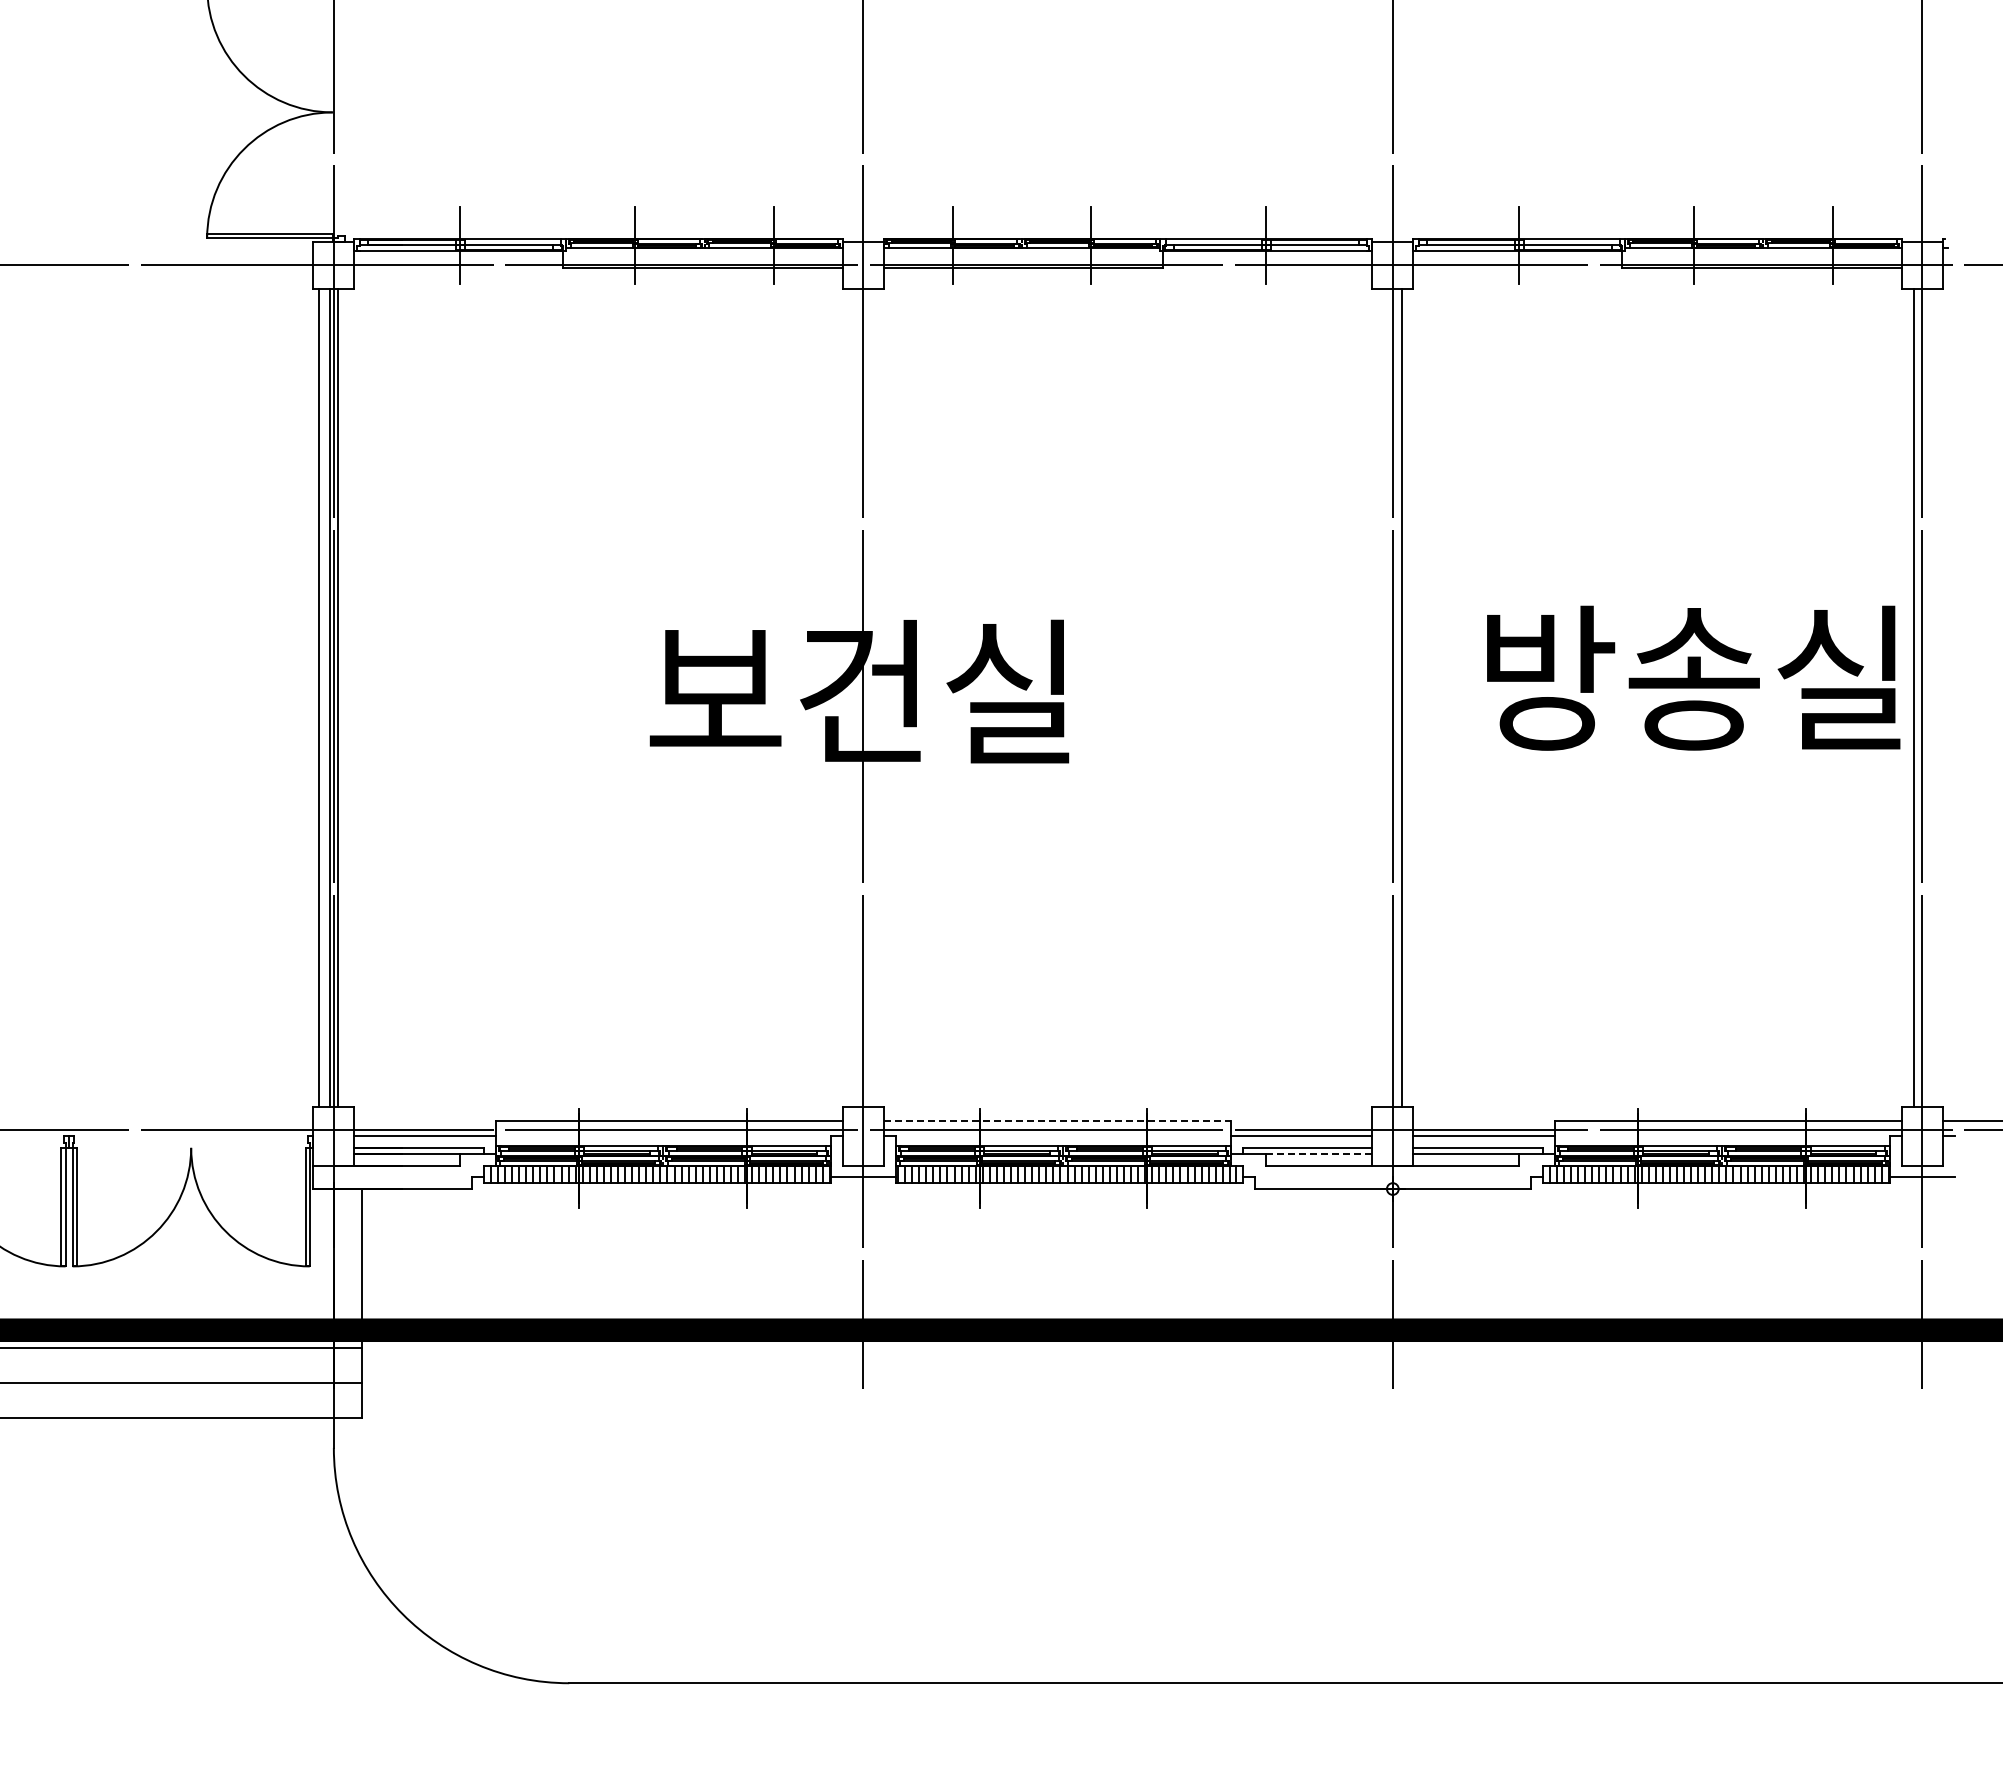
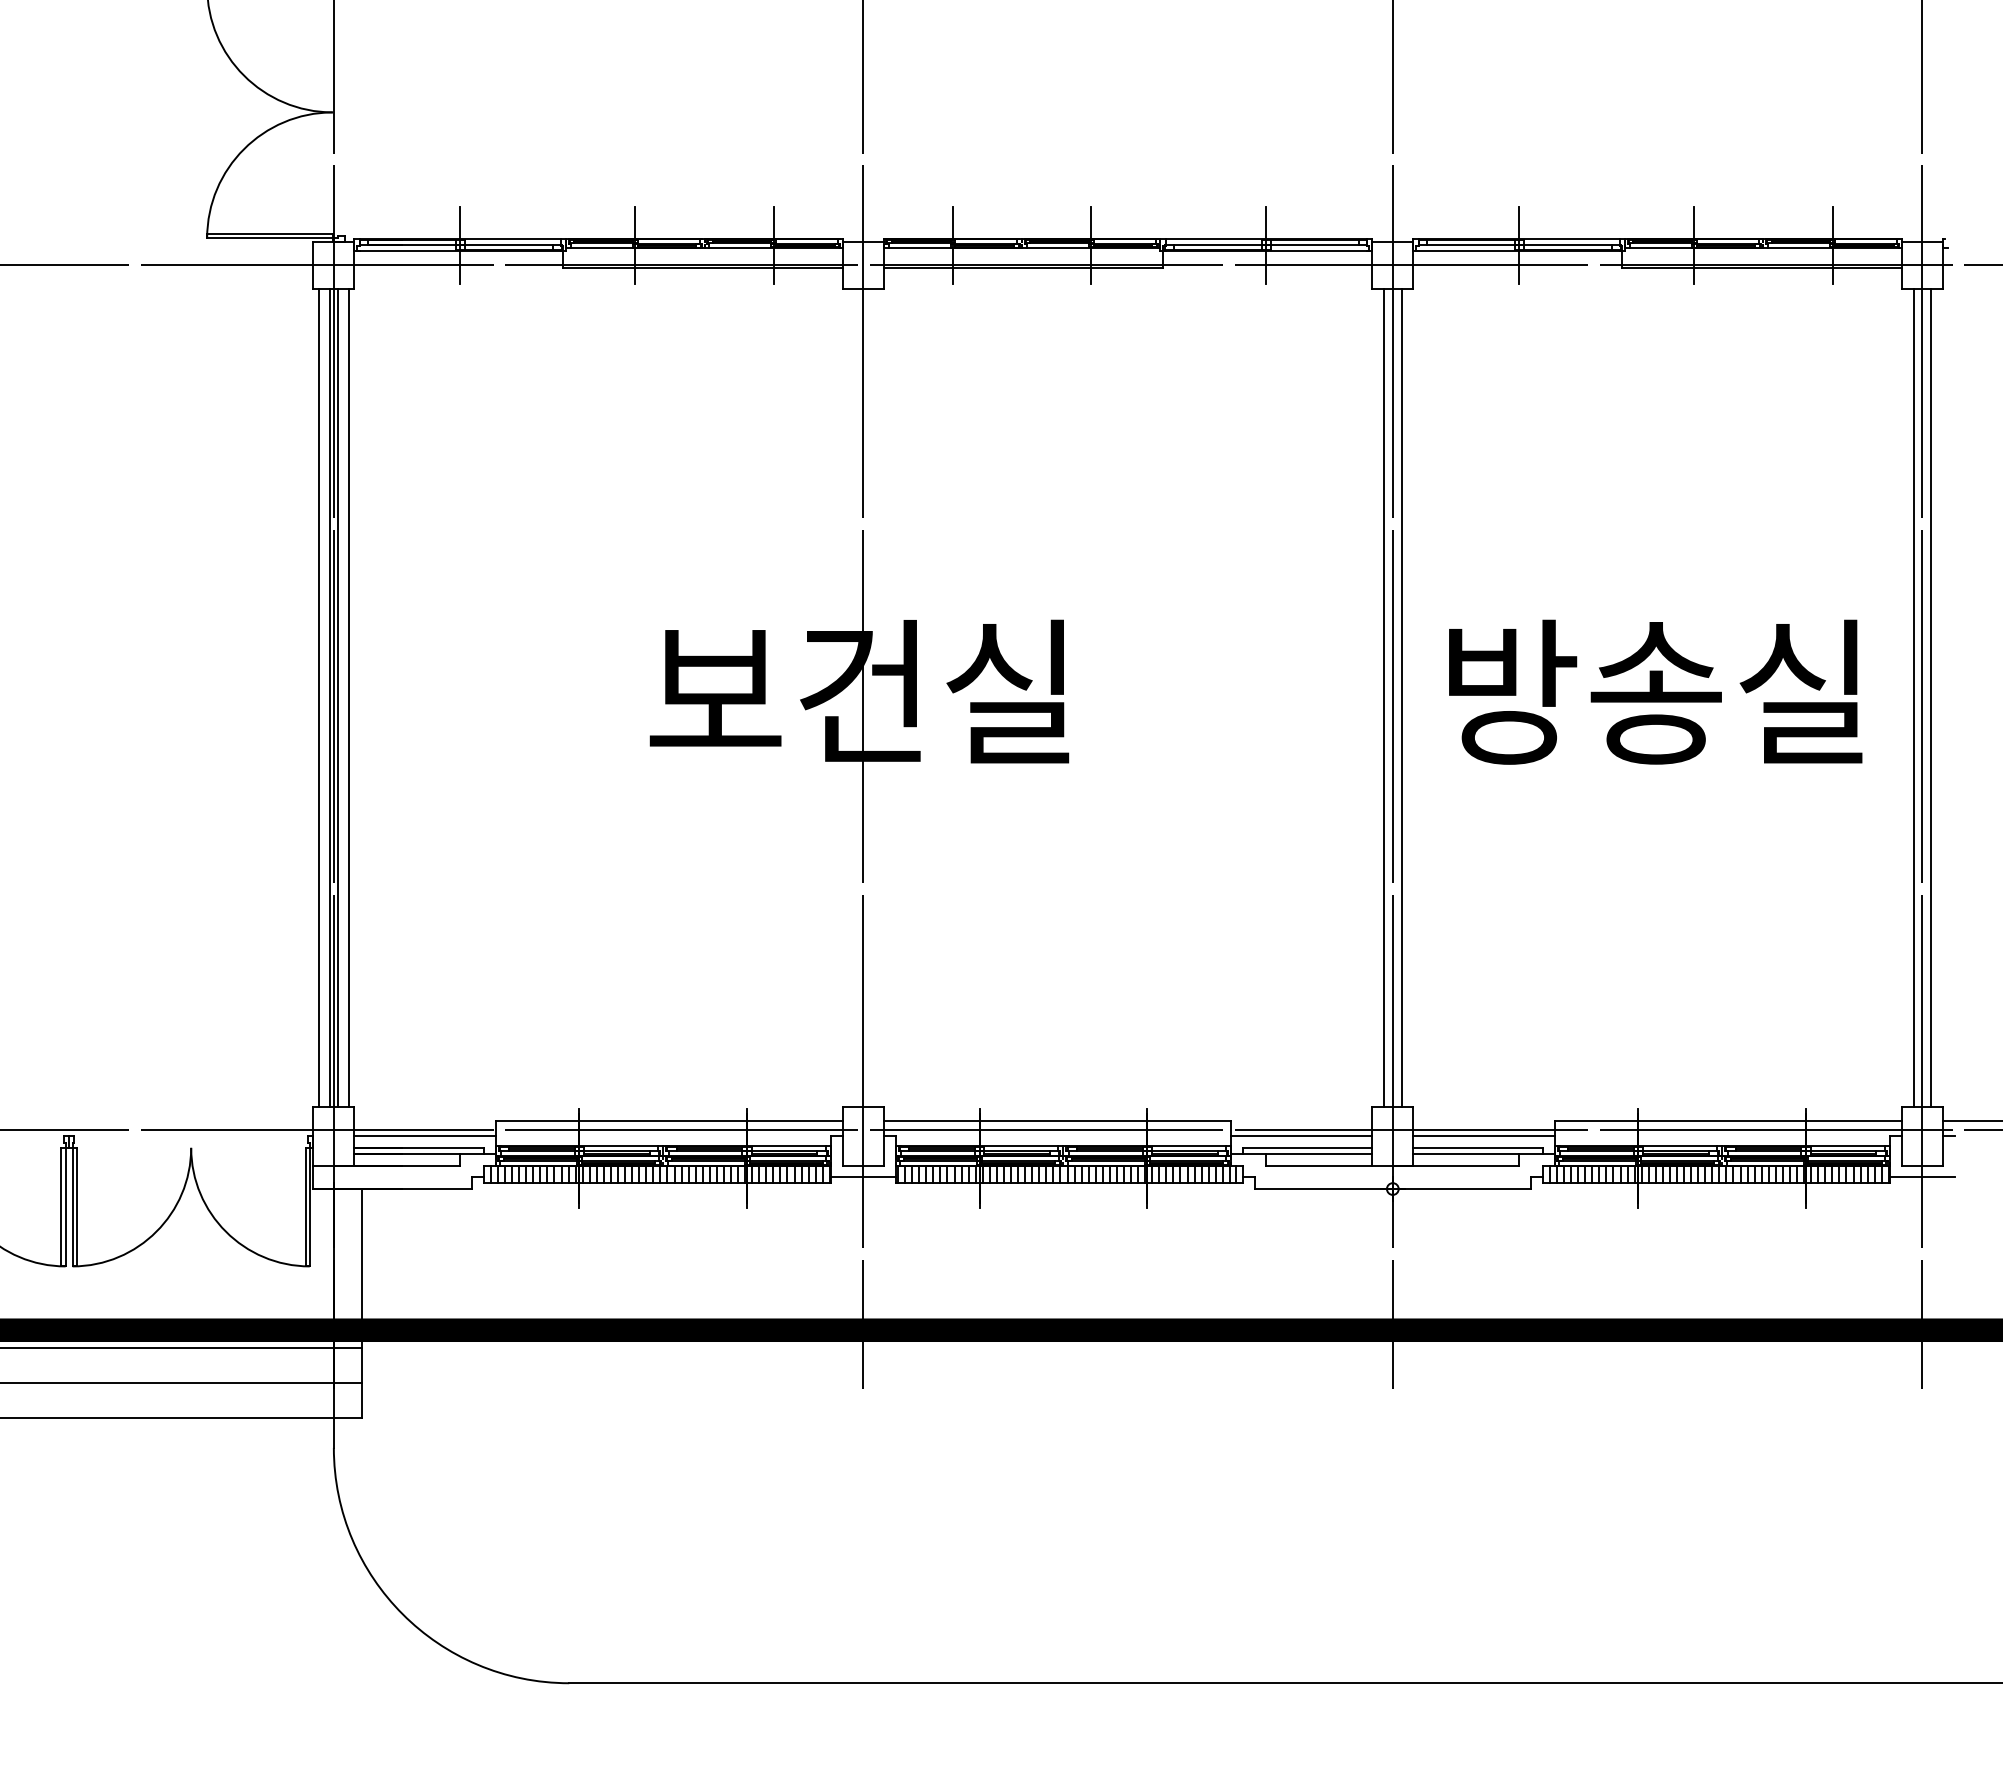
text at (1693, 677) position: (1693, 677) -> (1655, 691)
line at (348, 697): none -> present
line at (1384, 697): none -> present
line at (1931, 697): none -> present
line at (1057, 1121): dashed -> solid
line at (1319, 1153): dashed -> solid
